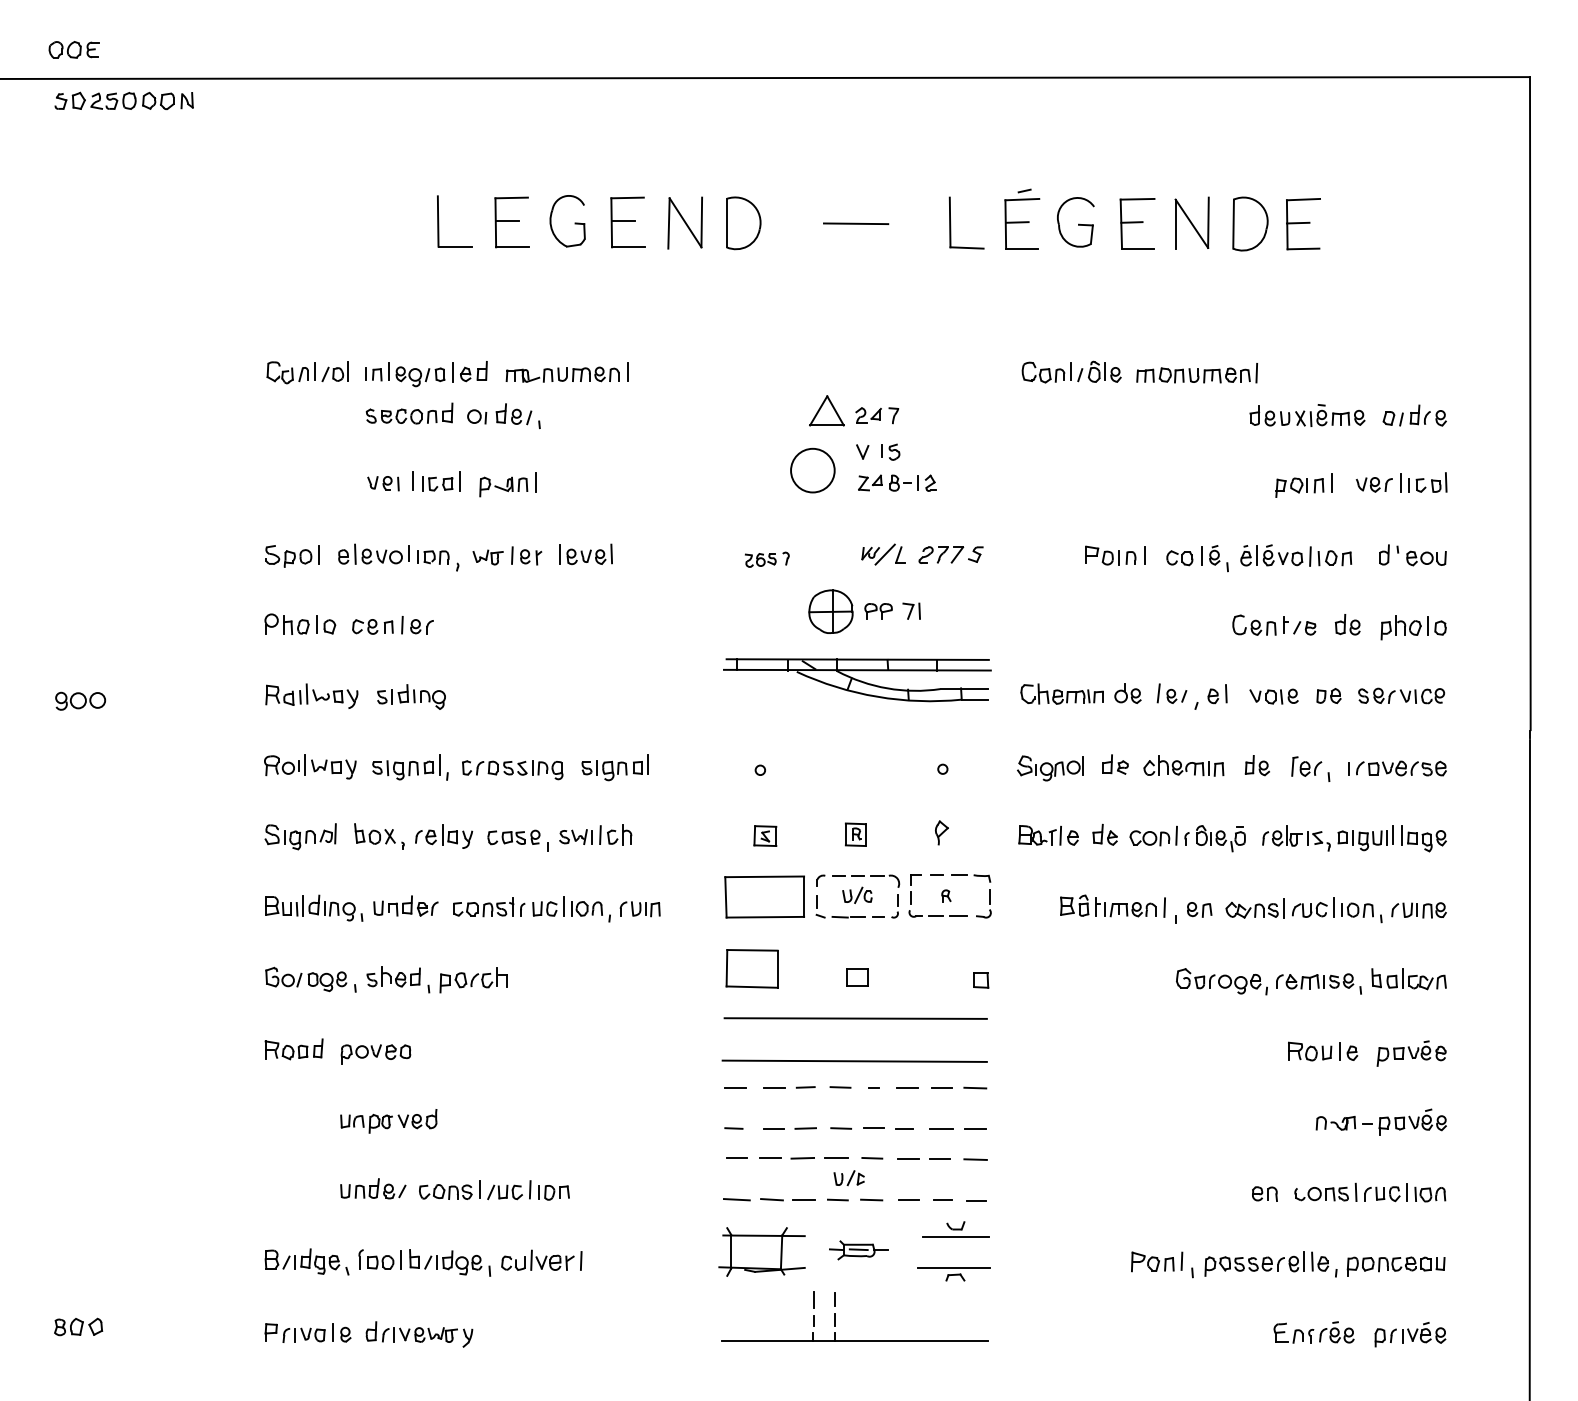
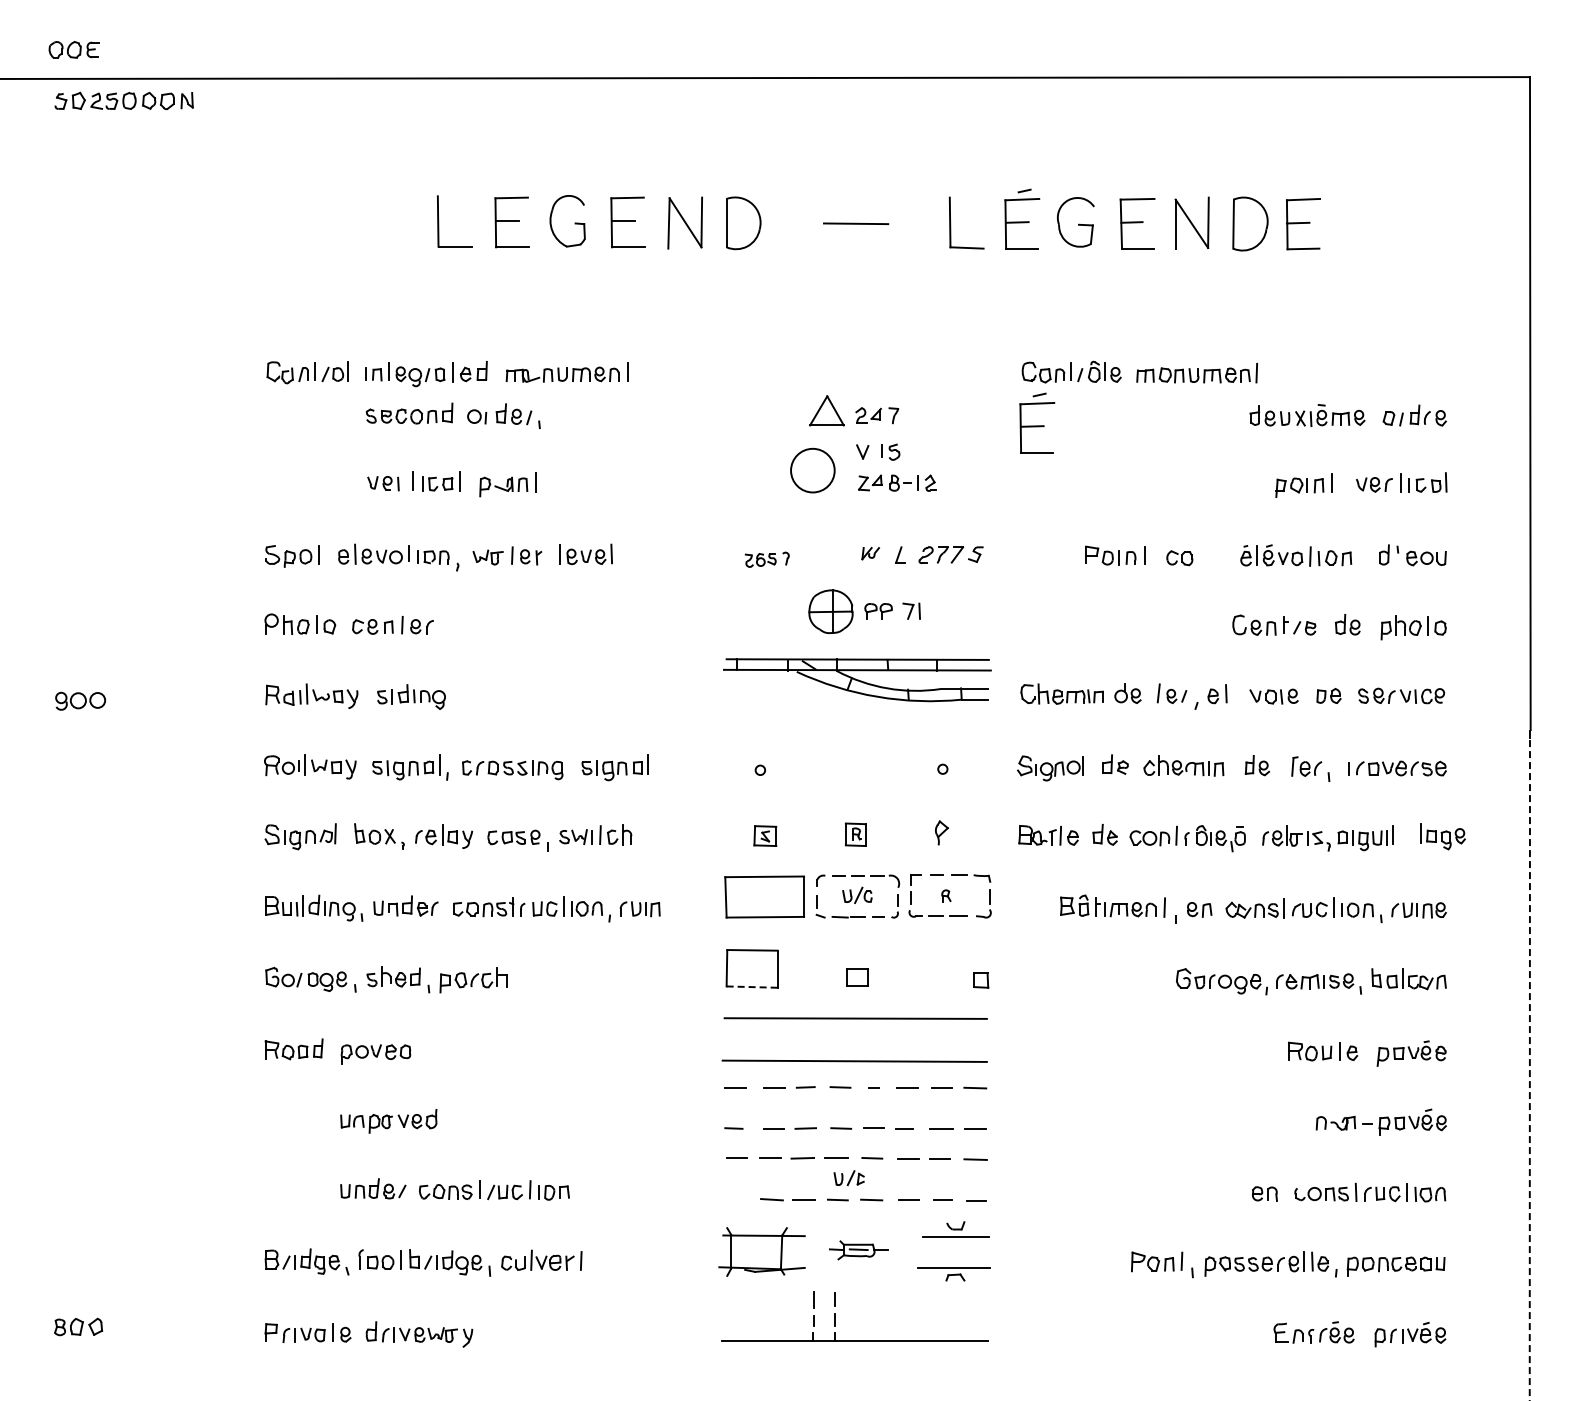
part at (1037, 422): none -> present
line at (884, 554): present -> none
part at (1214, 558): present -> none
part at (1423, 838) position: (1423, 838) -> (1442, 836)
line at (752, 987): solid -> dashed
line at (1529, 1070): solid -> dashed
line at (736, 1199): present -> none
